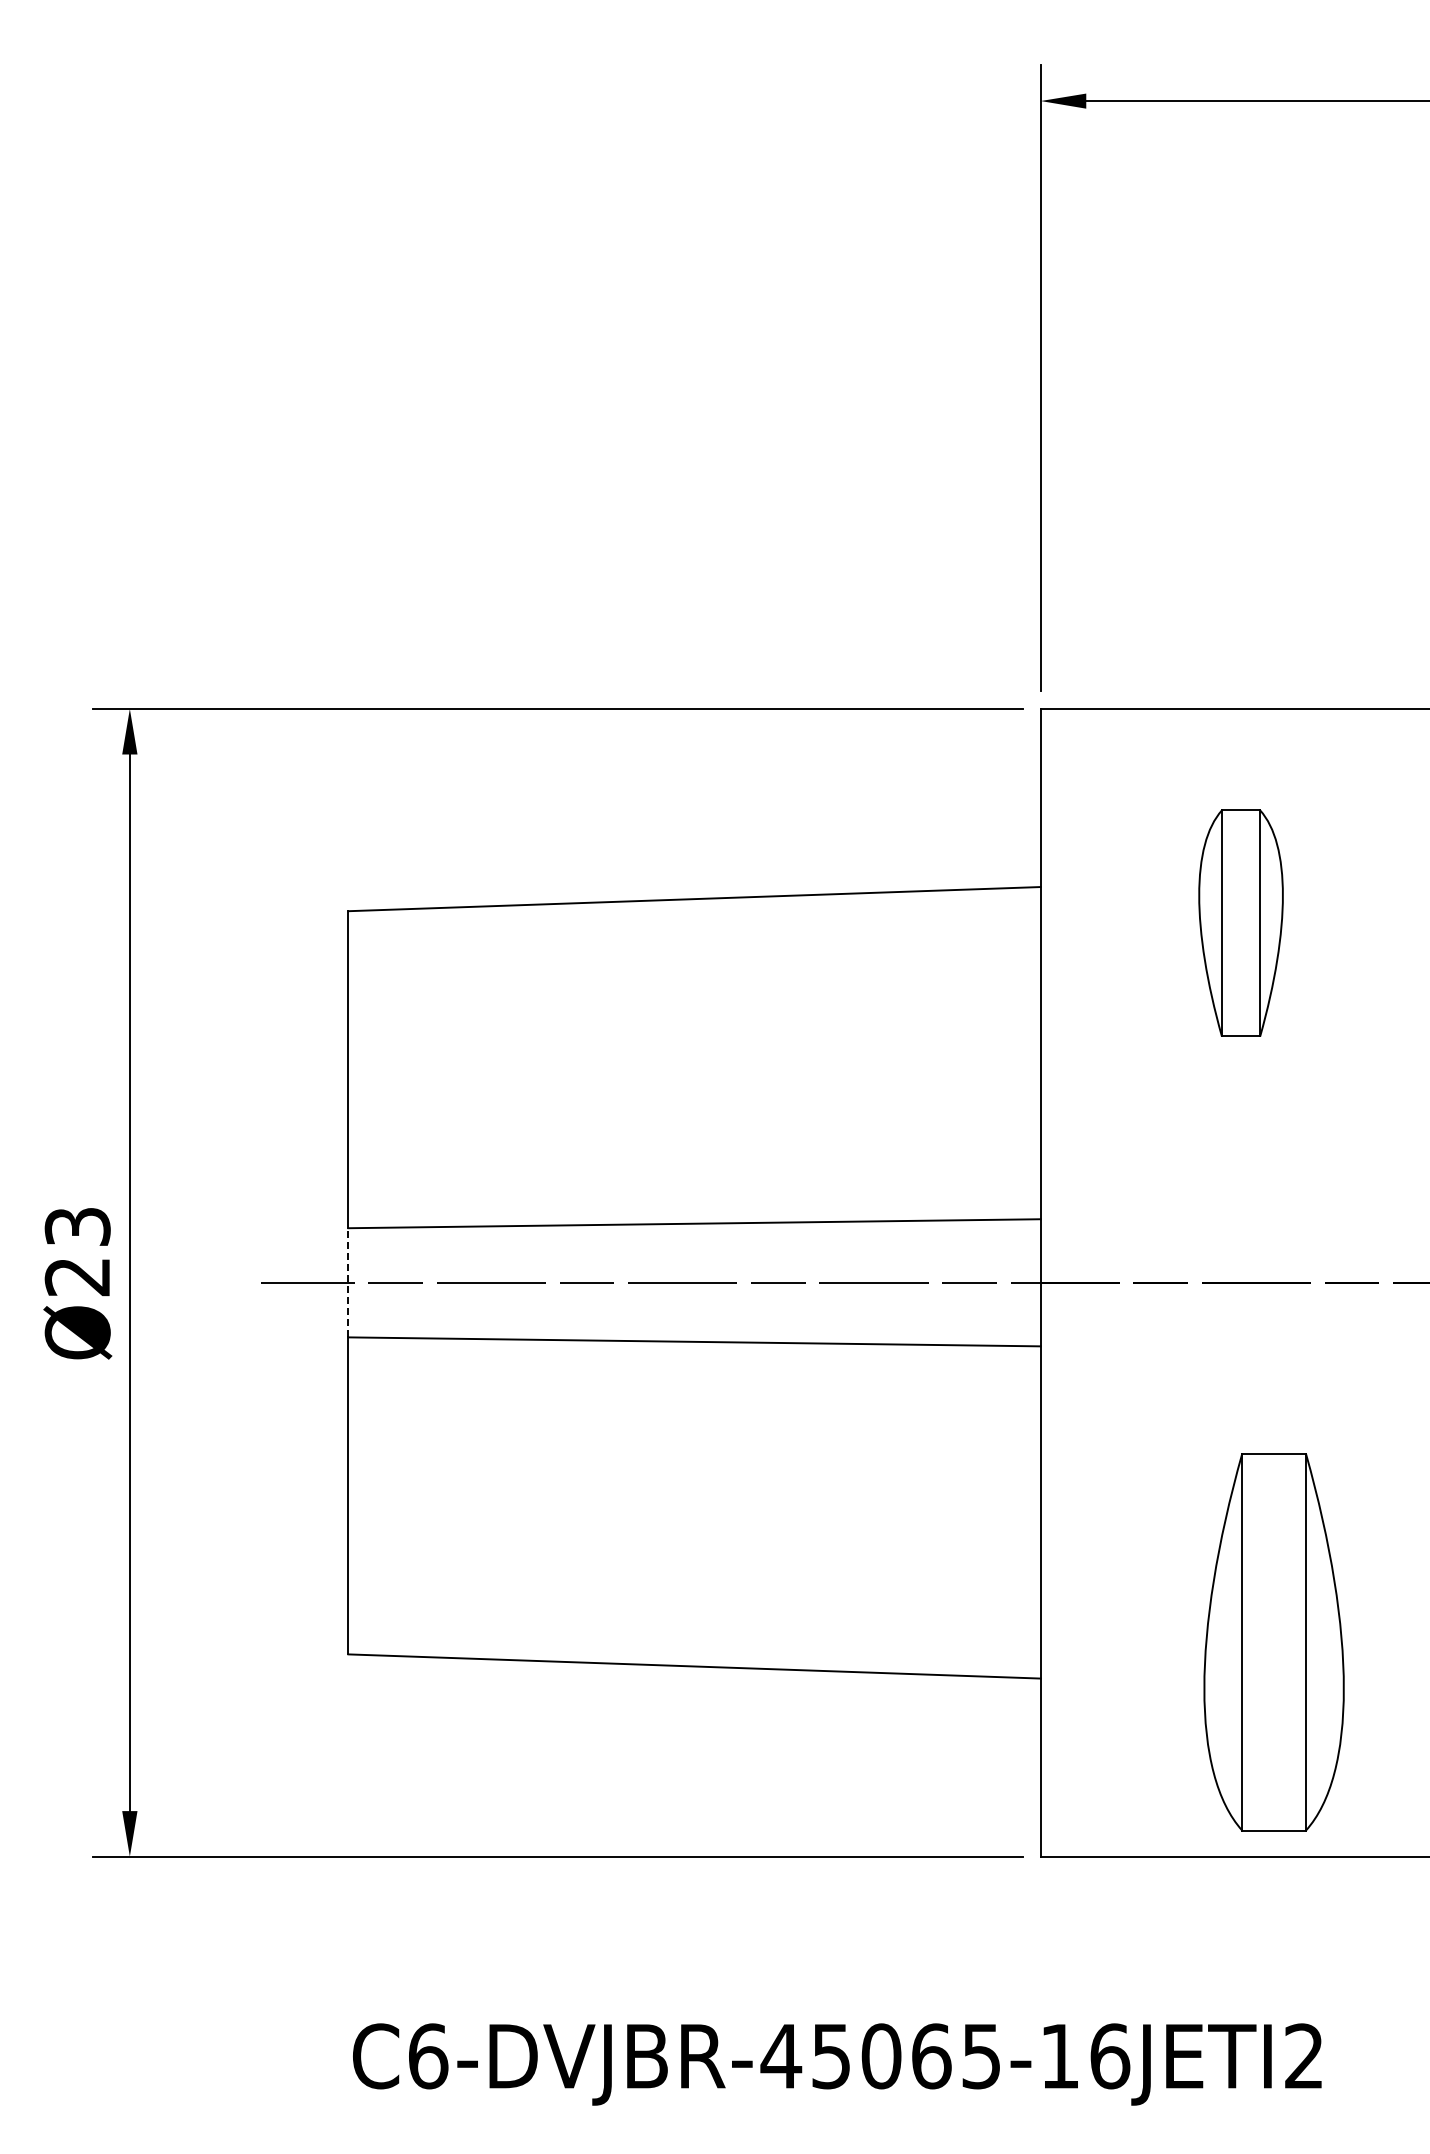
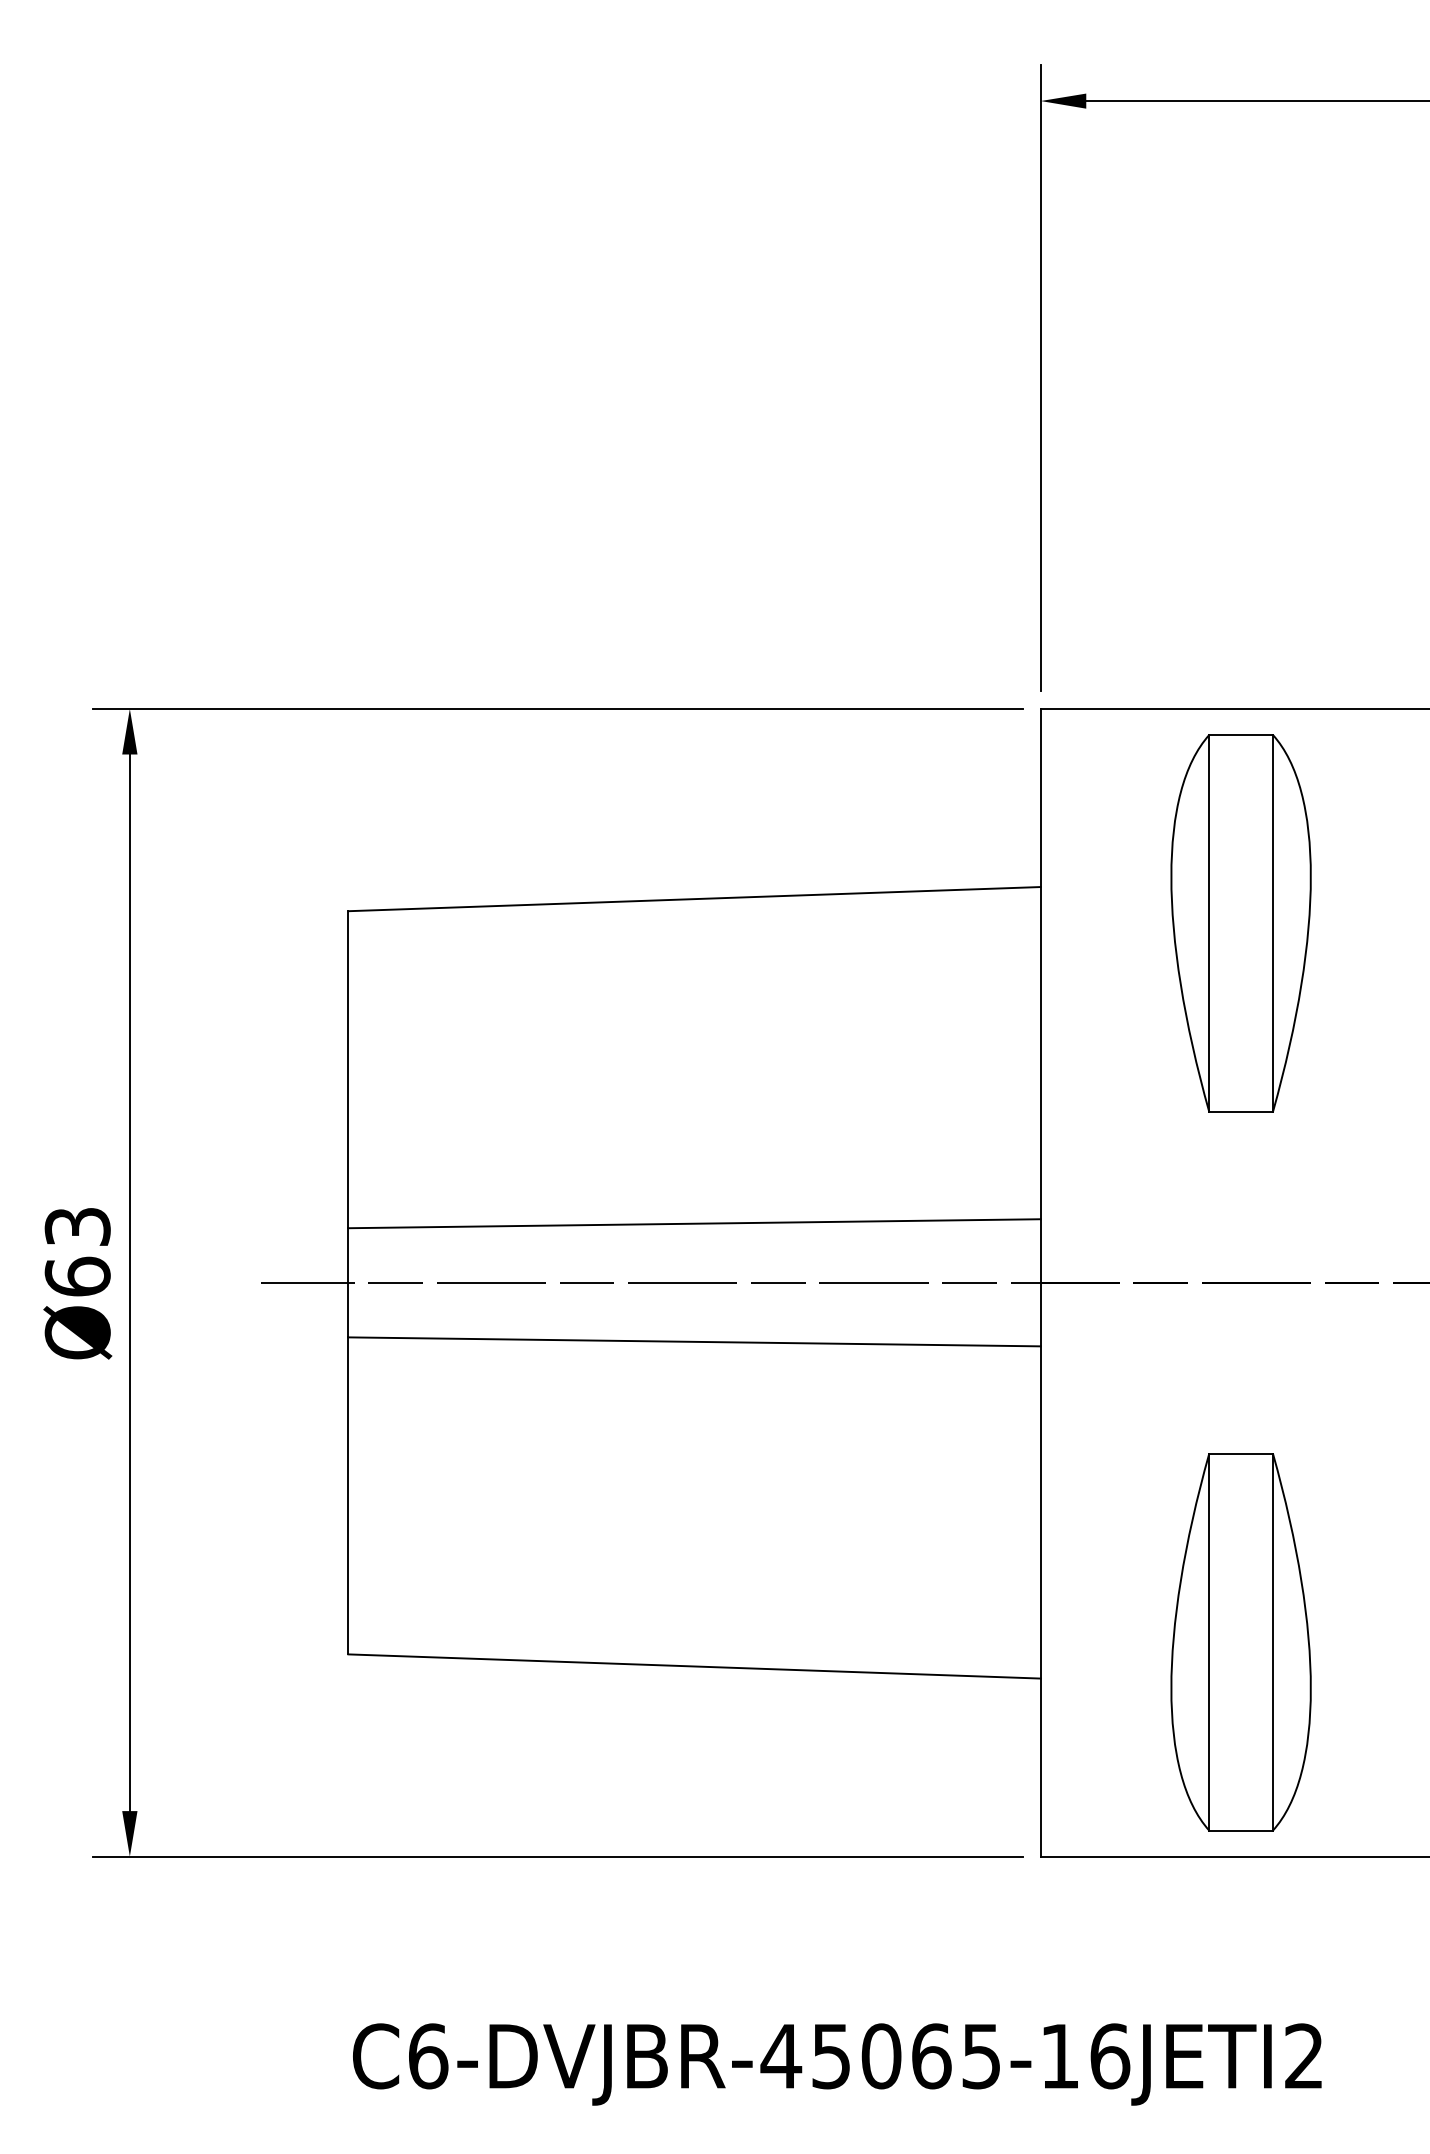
part at (1240, 922) size: 86x228 px -> 142x379 px
text at (77, 1276): Ø23 -> Ø63
line at (348, 1282): dashed -> solid
part at (1273, 1642) position: (1273, 1642) -> (1240, 1642)
